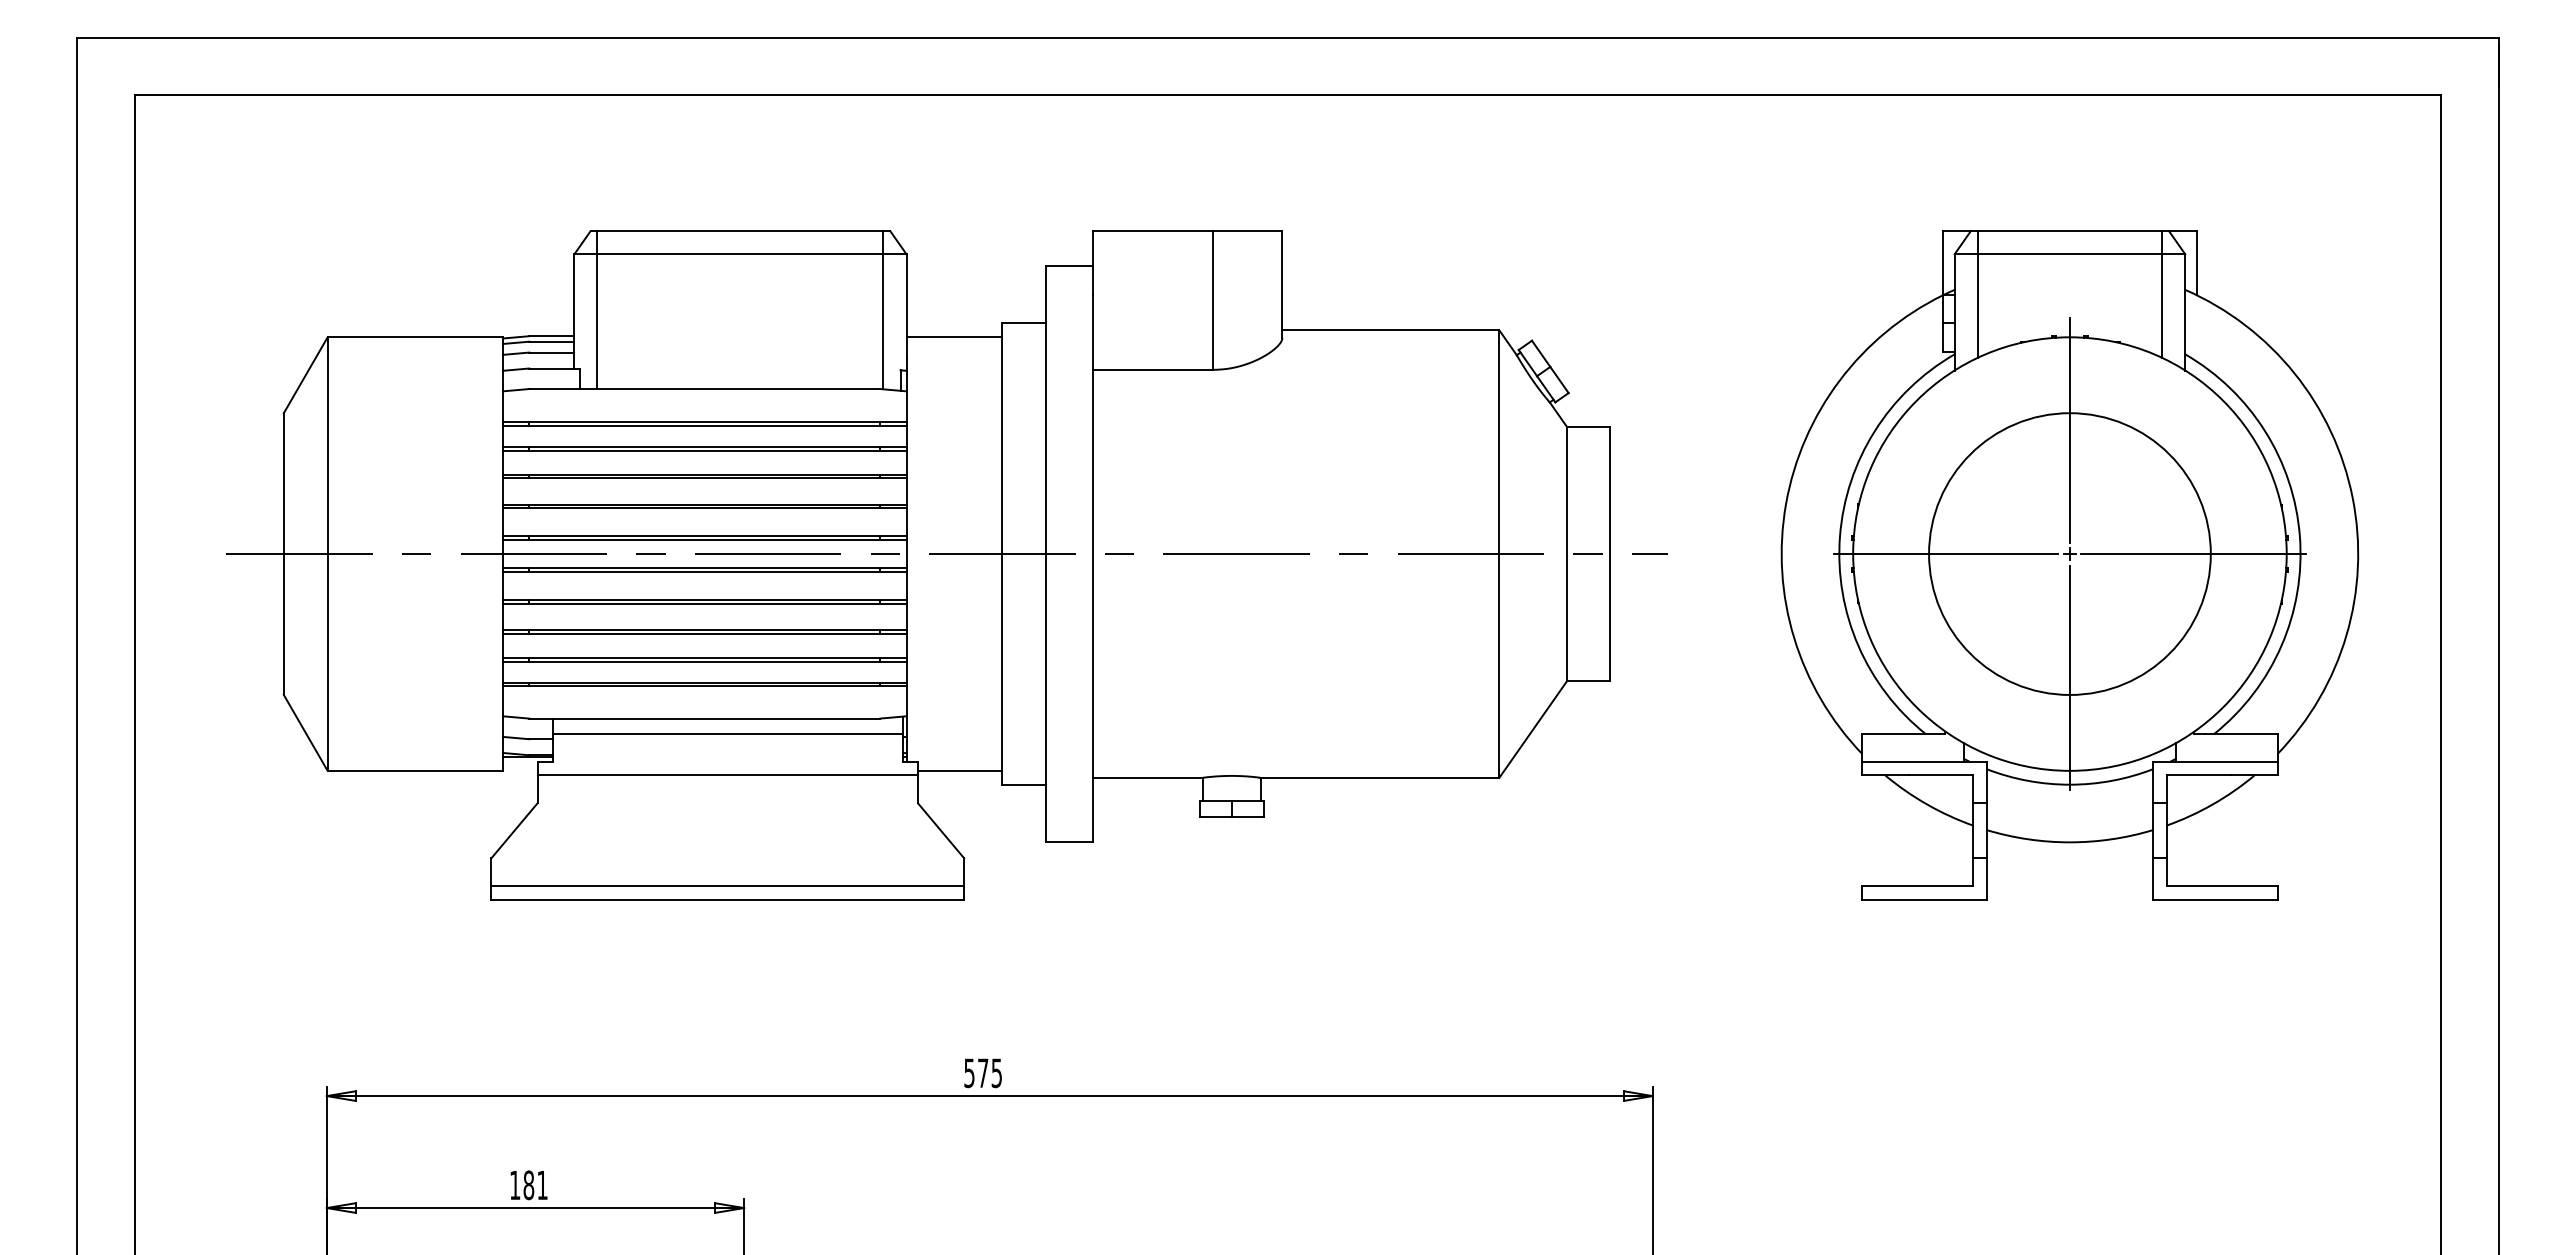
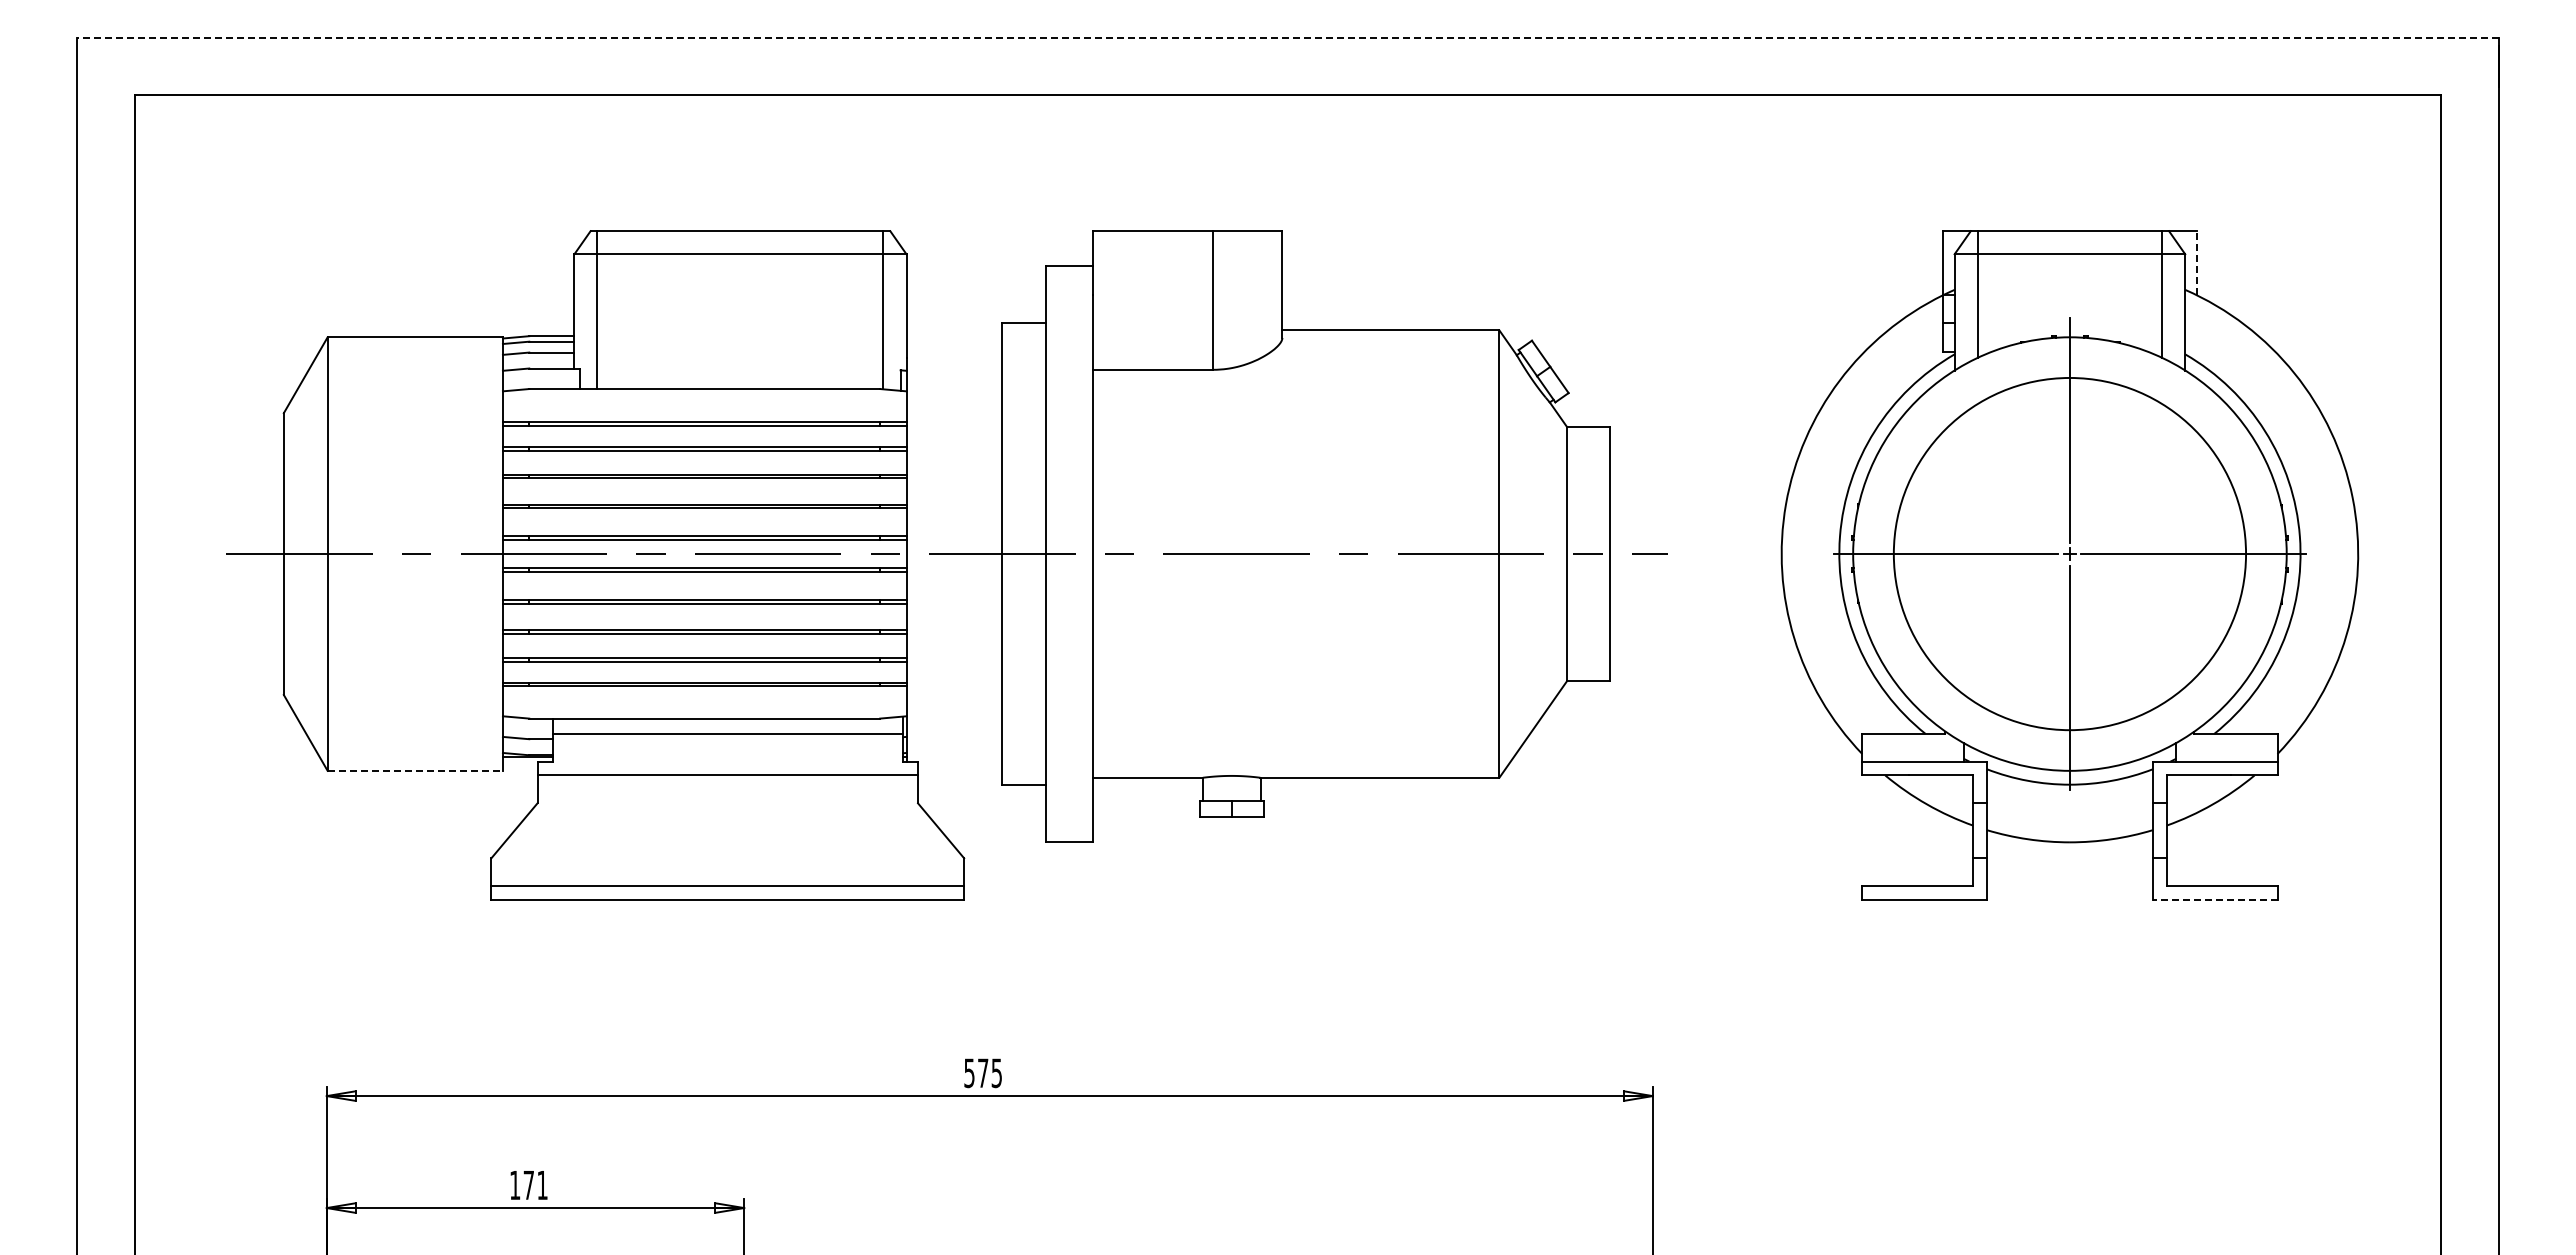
line at (1288, 37): solid -> dashed
line at (2196, 263): solid -> dashed
line at (954, 337): present -> none
circle at (2069, 553) diameter: 282 px -> 352 px
line at (415, 770): solid -> dashed
line at (960, 770): present -> none
line at (2214, 900): solid -> dashed
text at (528, 1185): 181 -> 171
